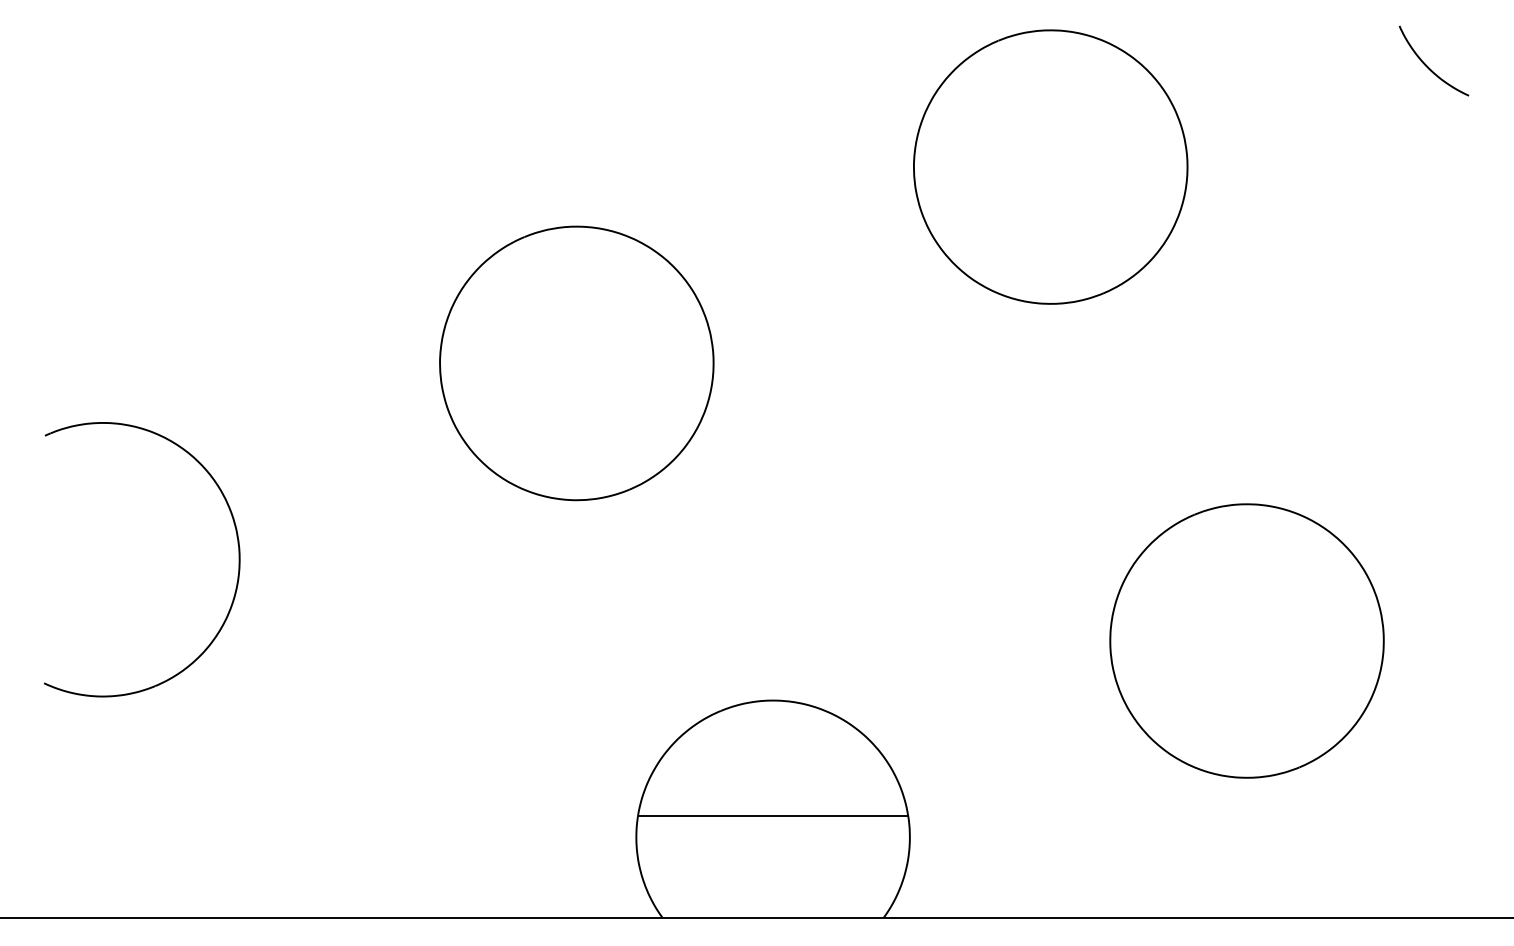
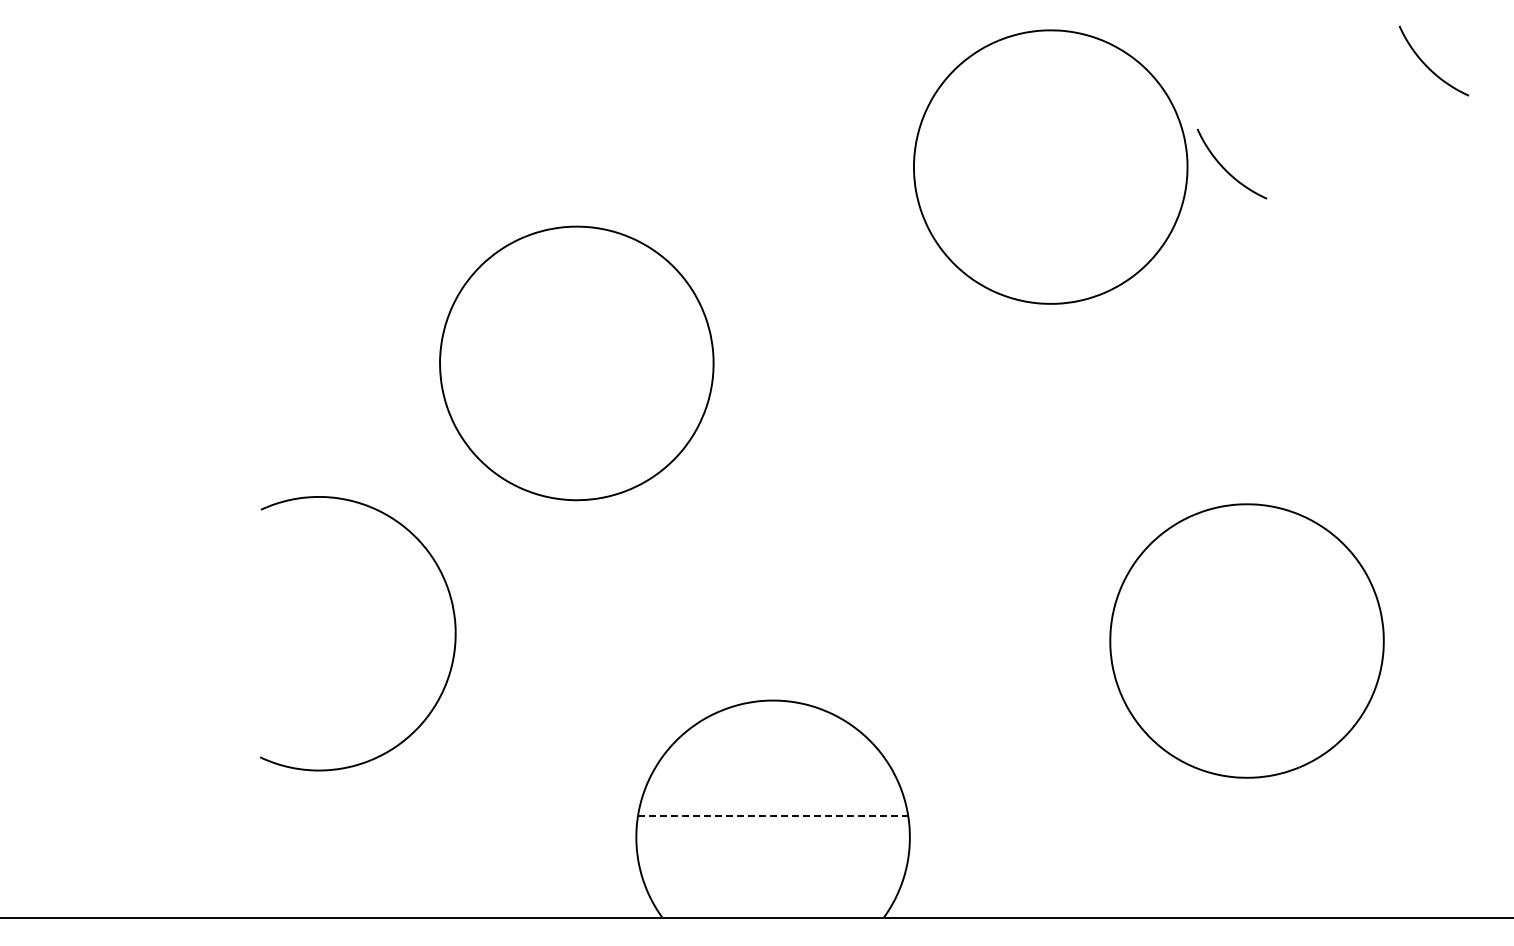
curve at (1225, 168): none -> present
part at (238, 559) position: (238, 559) -> (454, 633)
line at (773, 816): solid -> dashed
